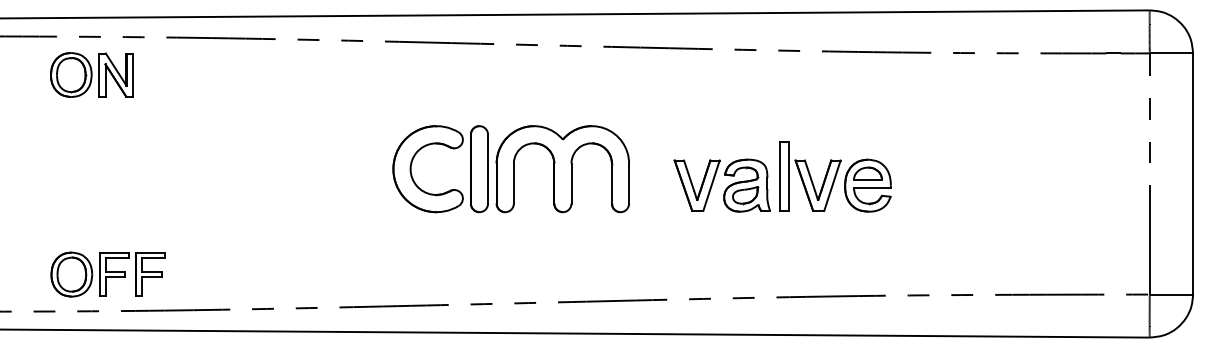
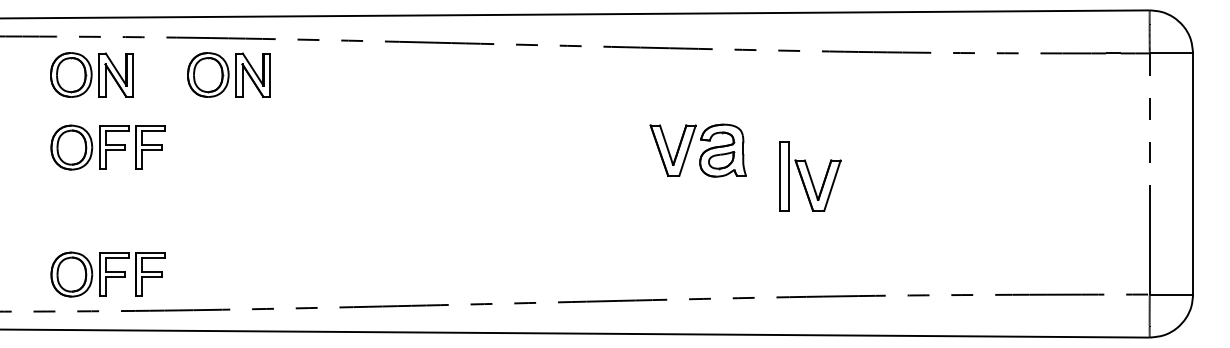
part at (228, 74): none -> present
part at (107, 147): none -> present
part at (510, 169): present -> none
part at (721, 185) position: (721, 185) -> (697, 150)
part at (867, 185): present -> none
